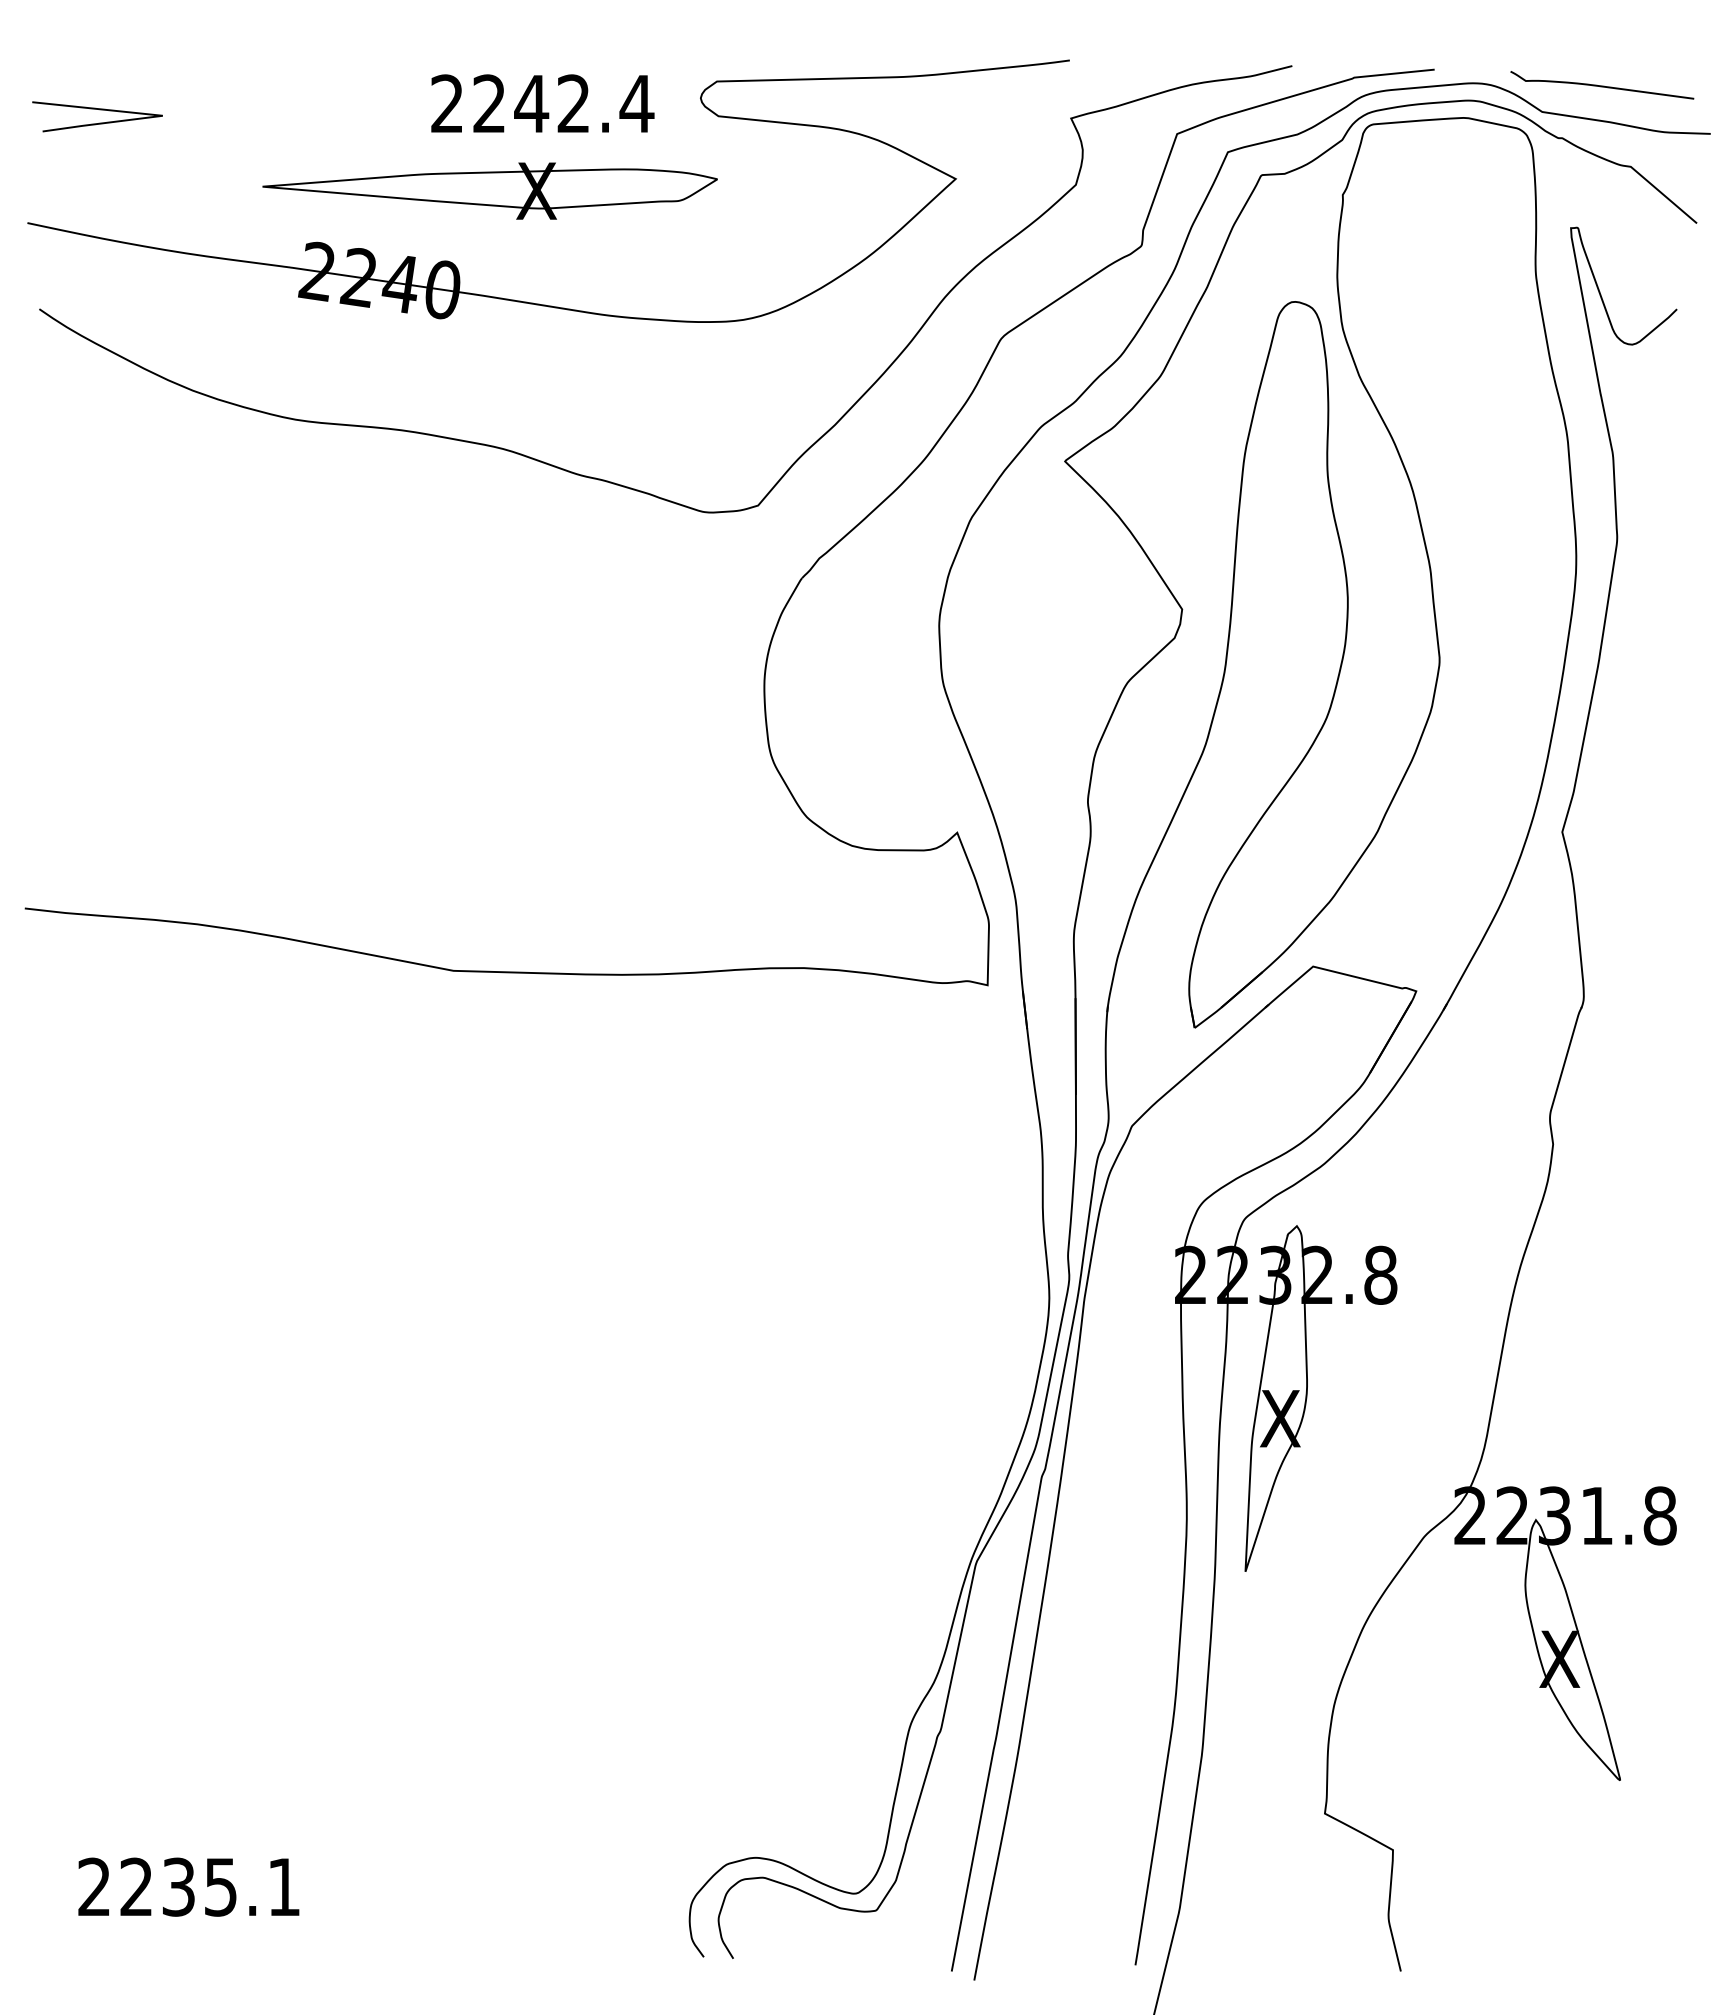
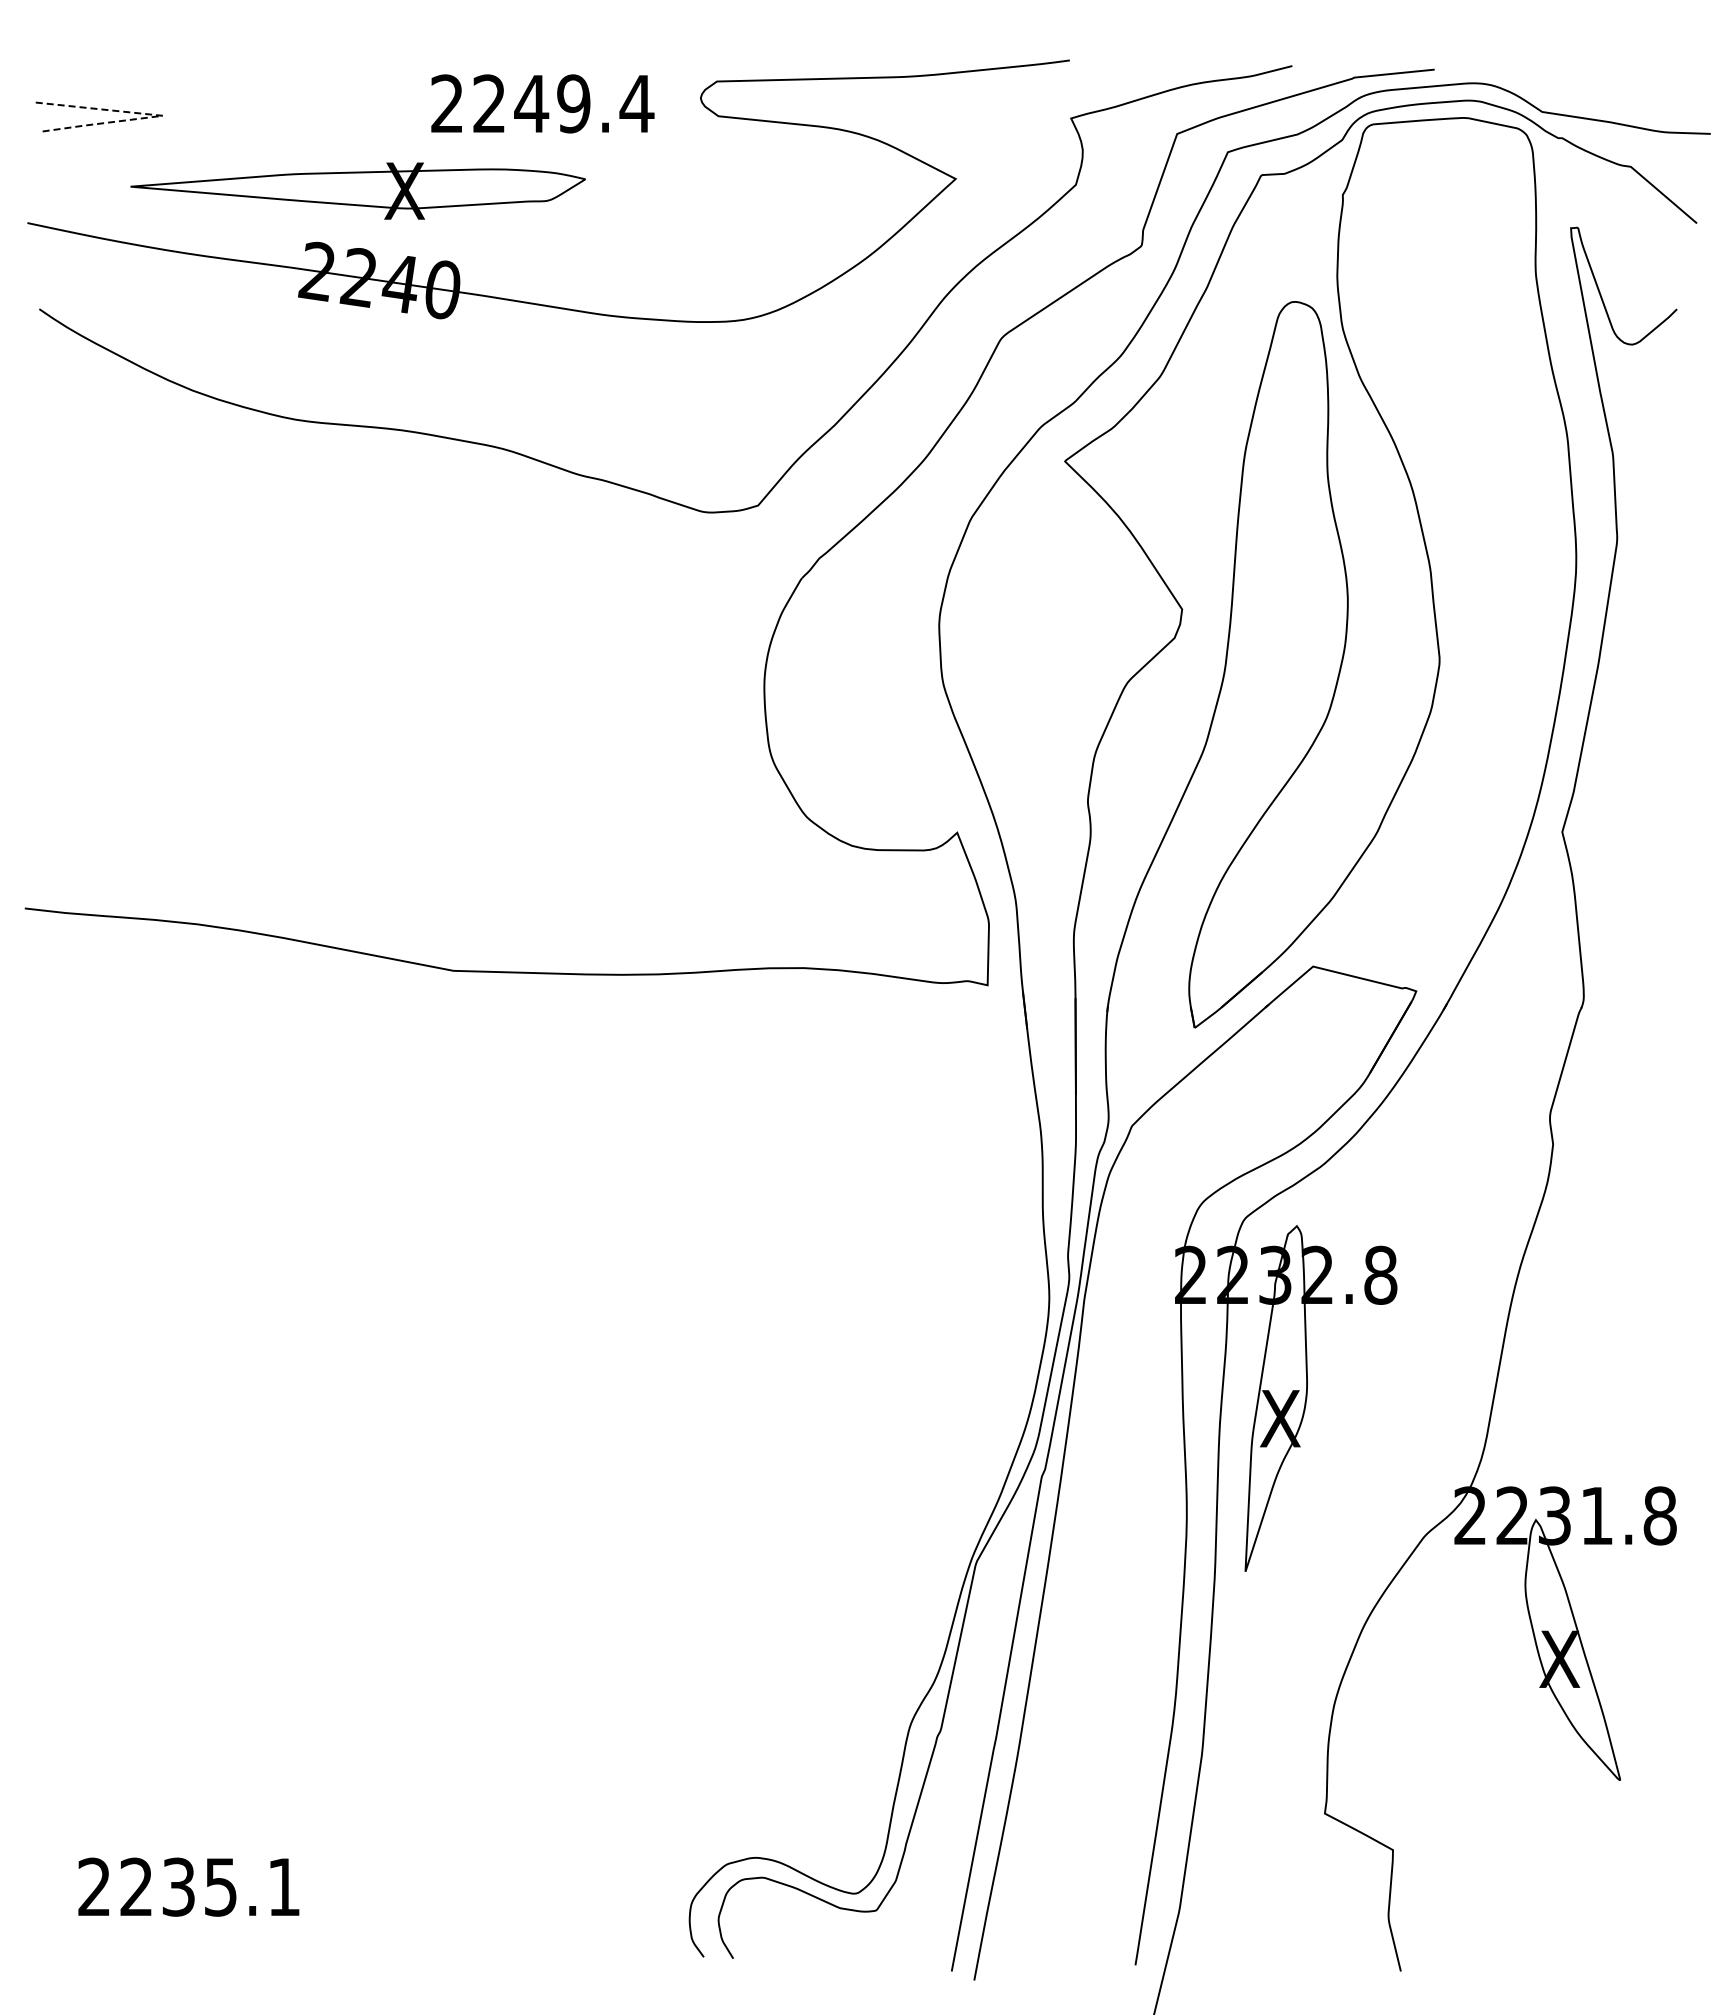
curve at (1602, 85): present -> none
text at (573, 103): 2242.4 -> 2249.4
line at (158, 115): solid -> dashed
part at (489, 190) position: (489, 190) -> (357, 190)
